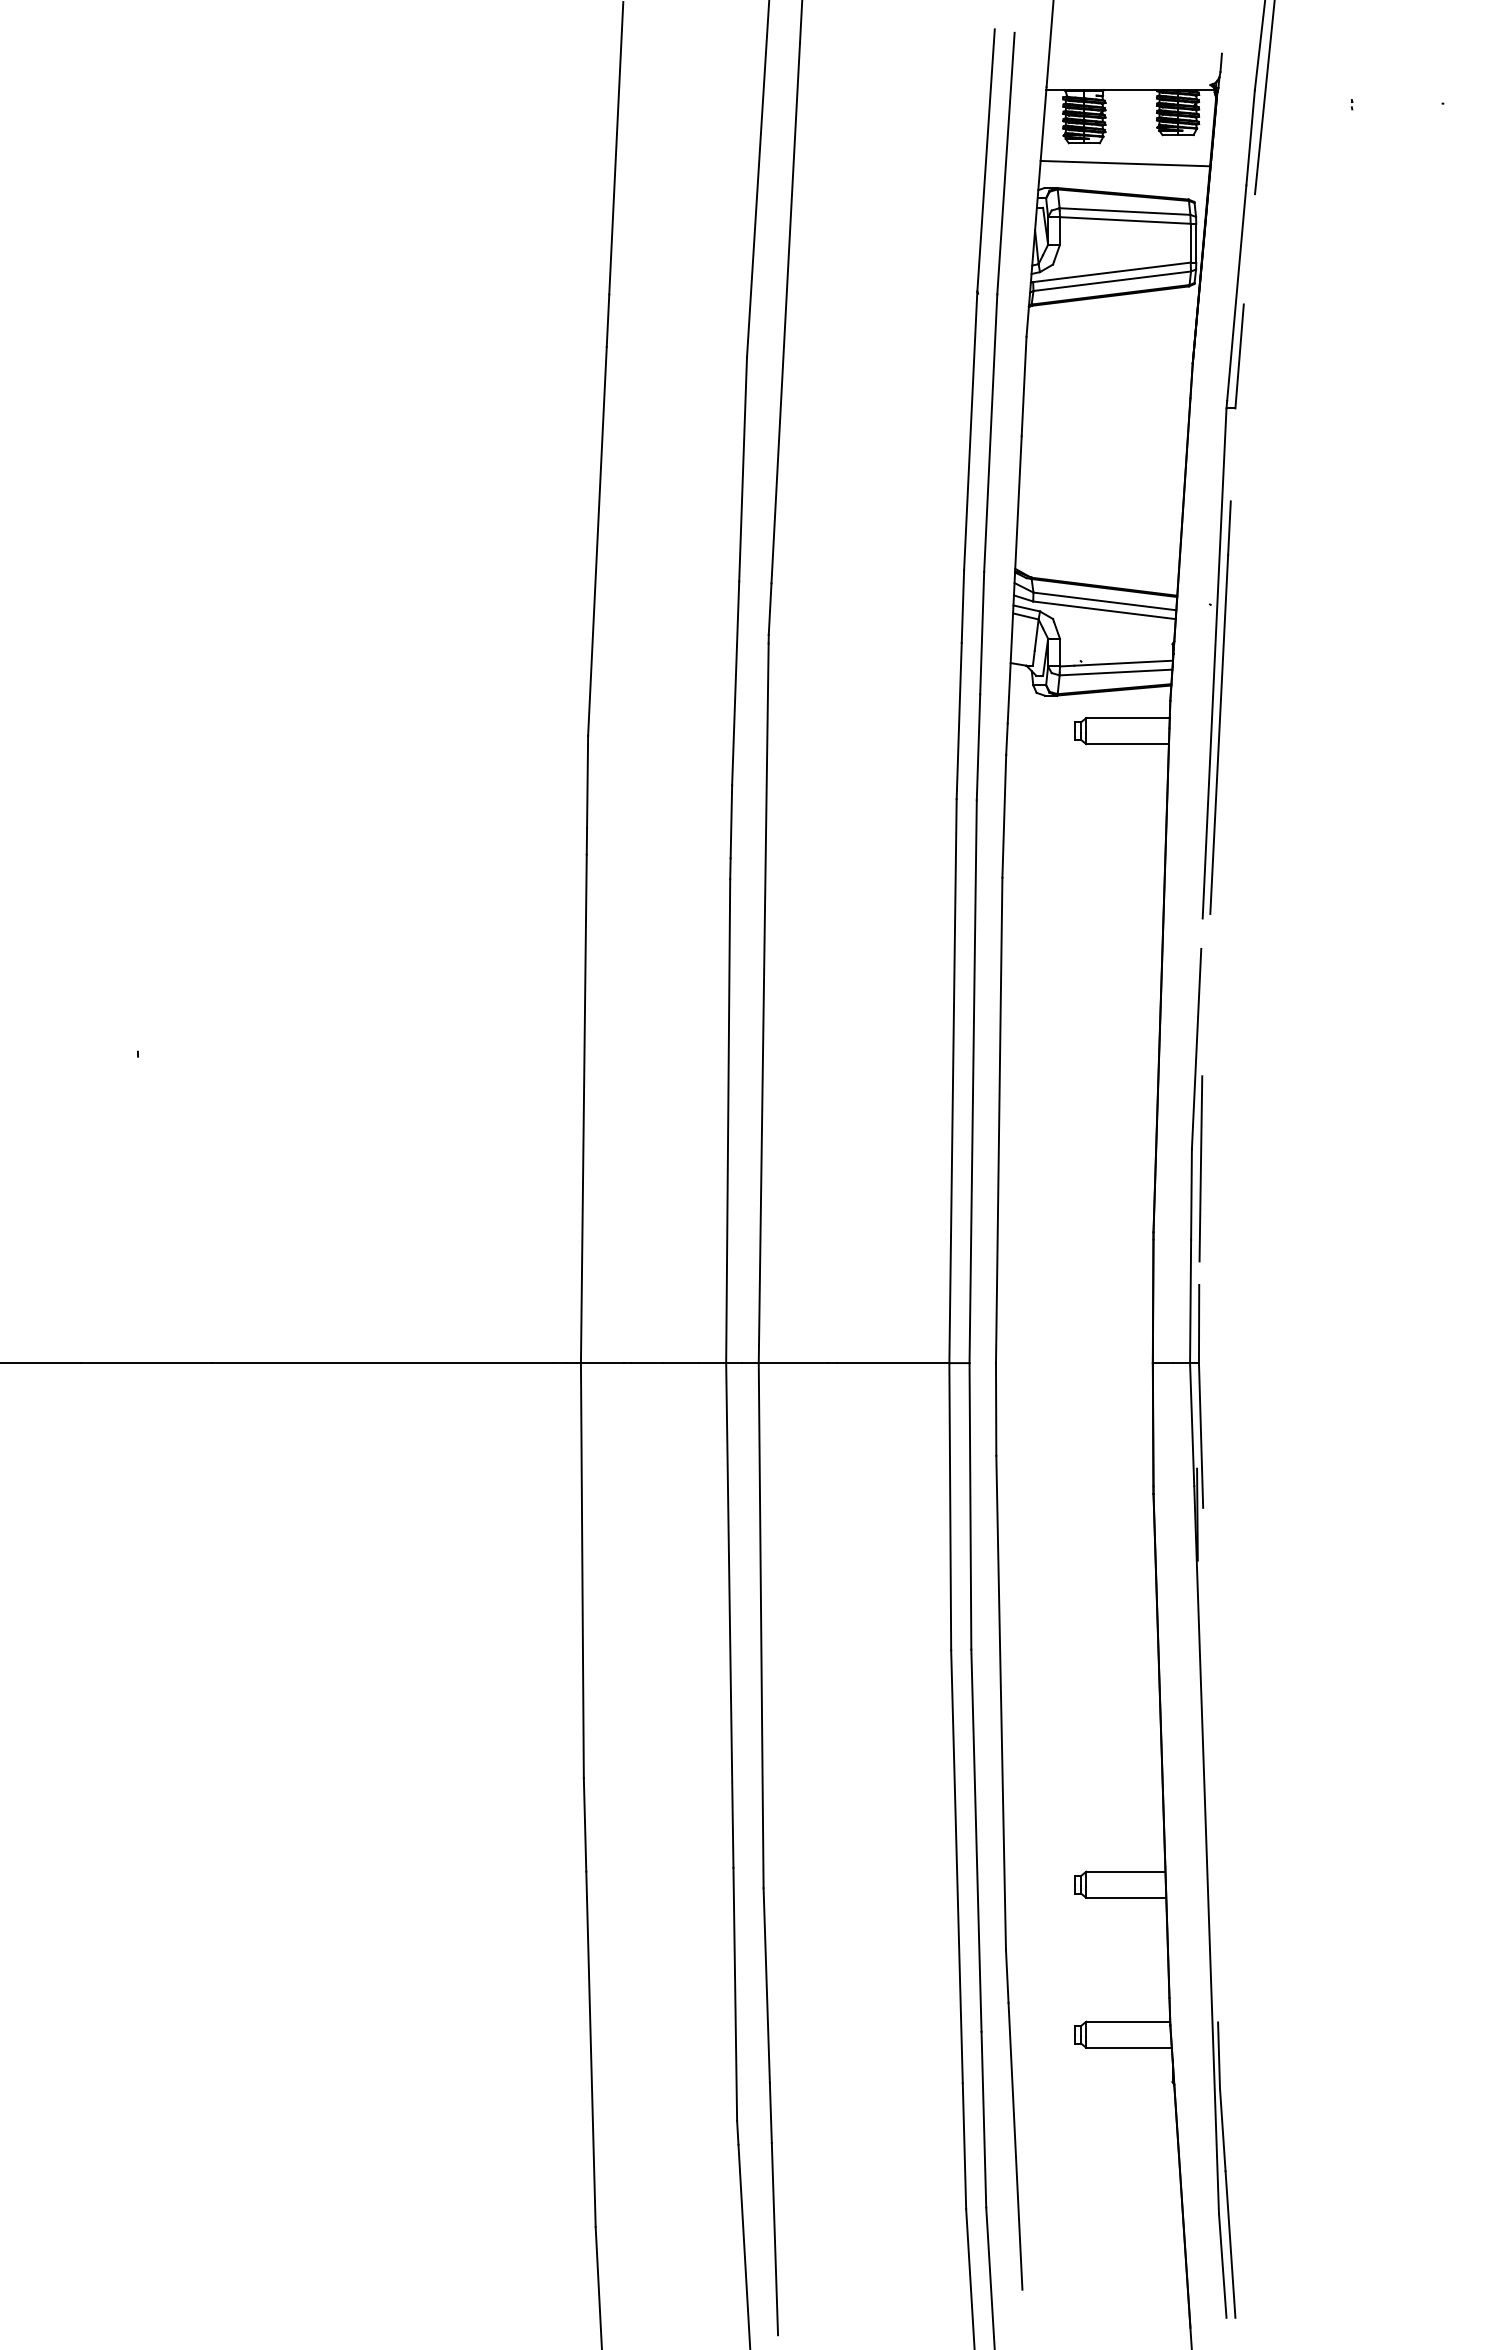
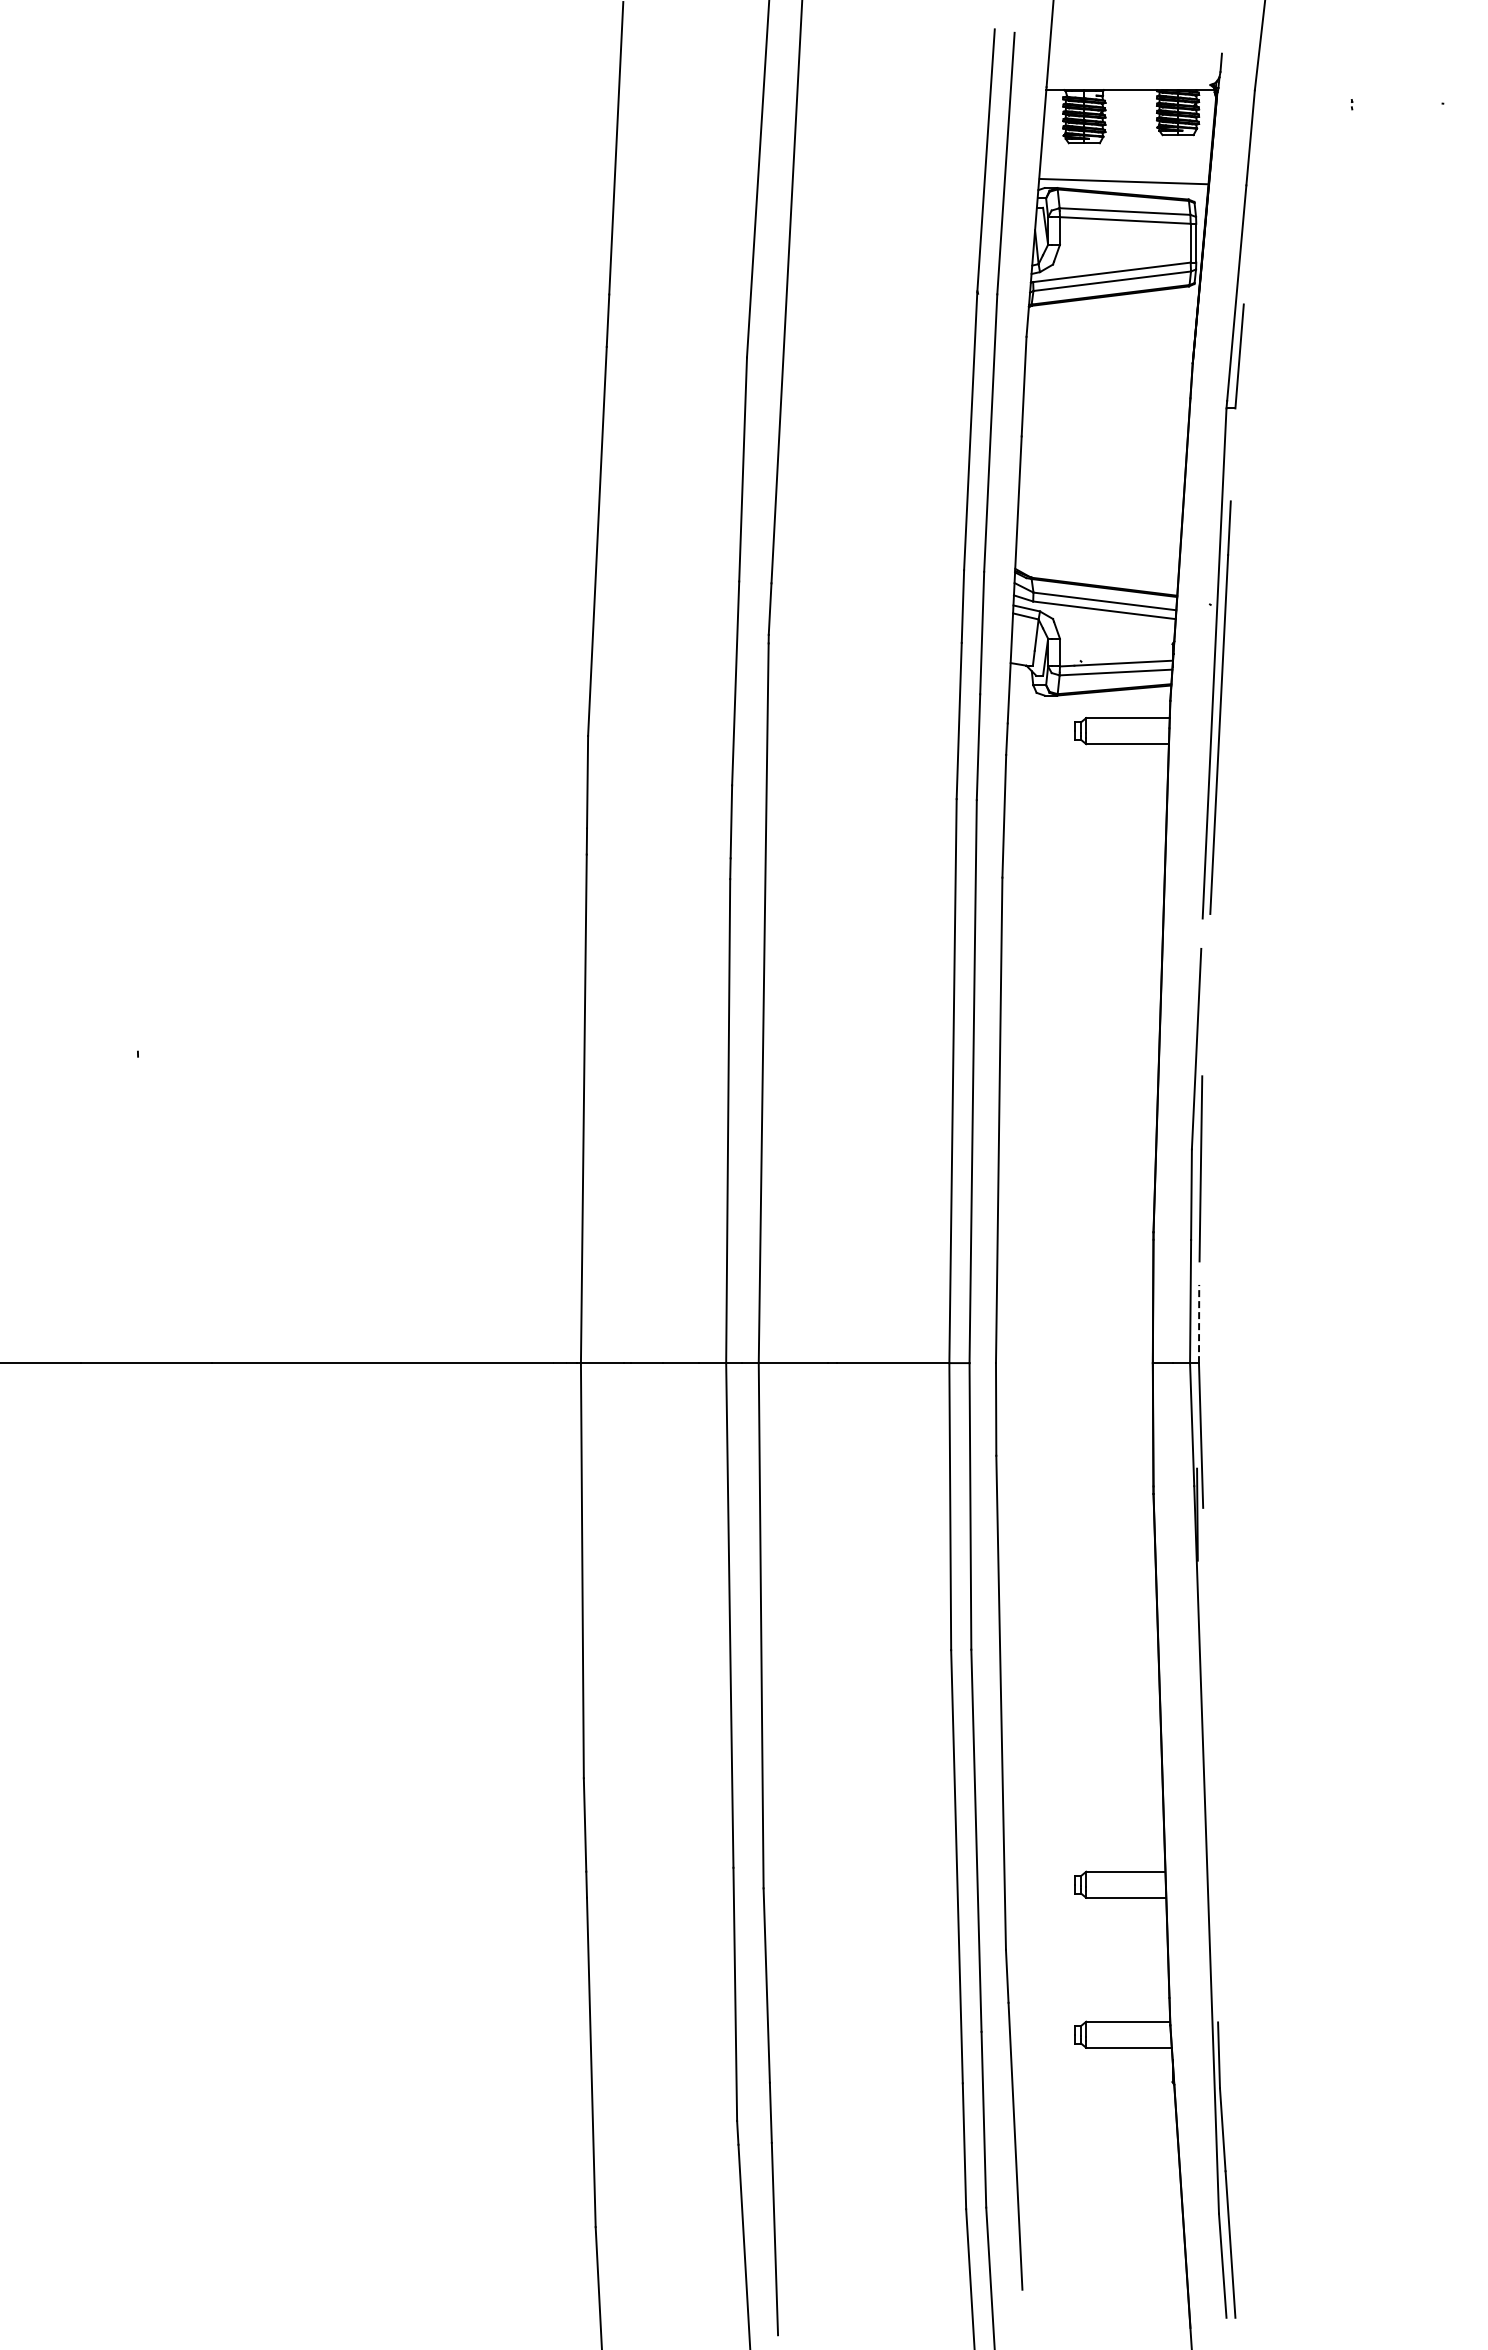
line at (1264, 98): present -> none
line at (1125, 163) position: (1125, 163) -> (1124, 181)
line at (1199, 1323): solid -> dashed
